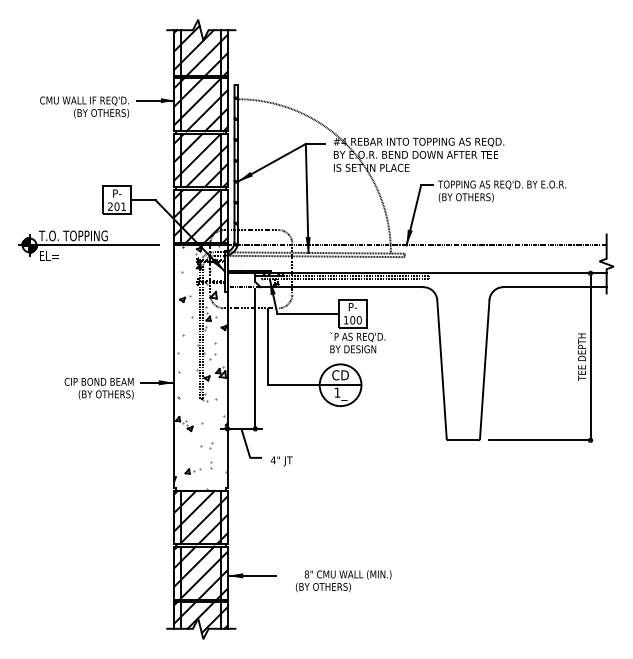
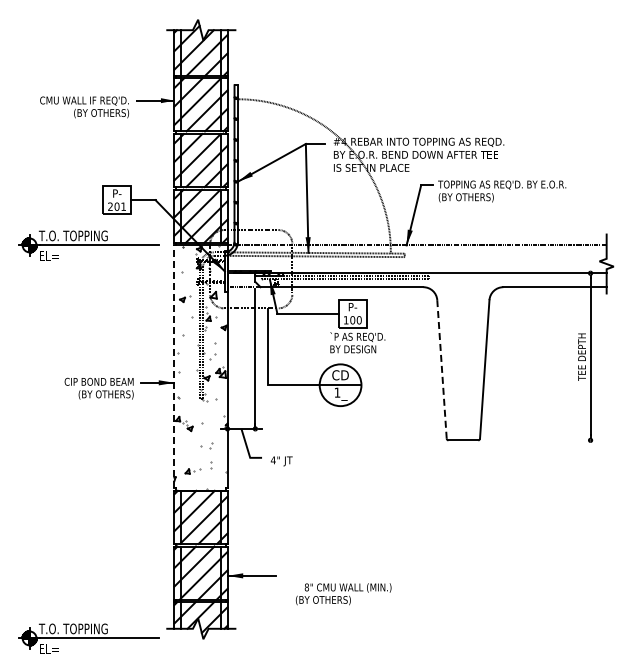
line at (174, 366): solid -> dashed
line at (441, 368): solid -> dashed
line at (539, 440): present -> none
text at (343, 581) position: (343, 581) -> (343, 594)
part at (88, 638): none -> present
